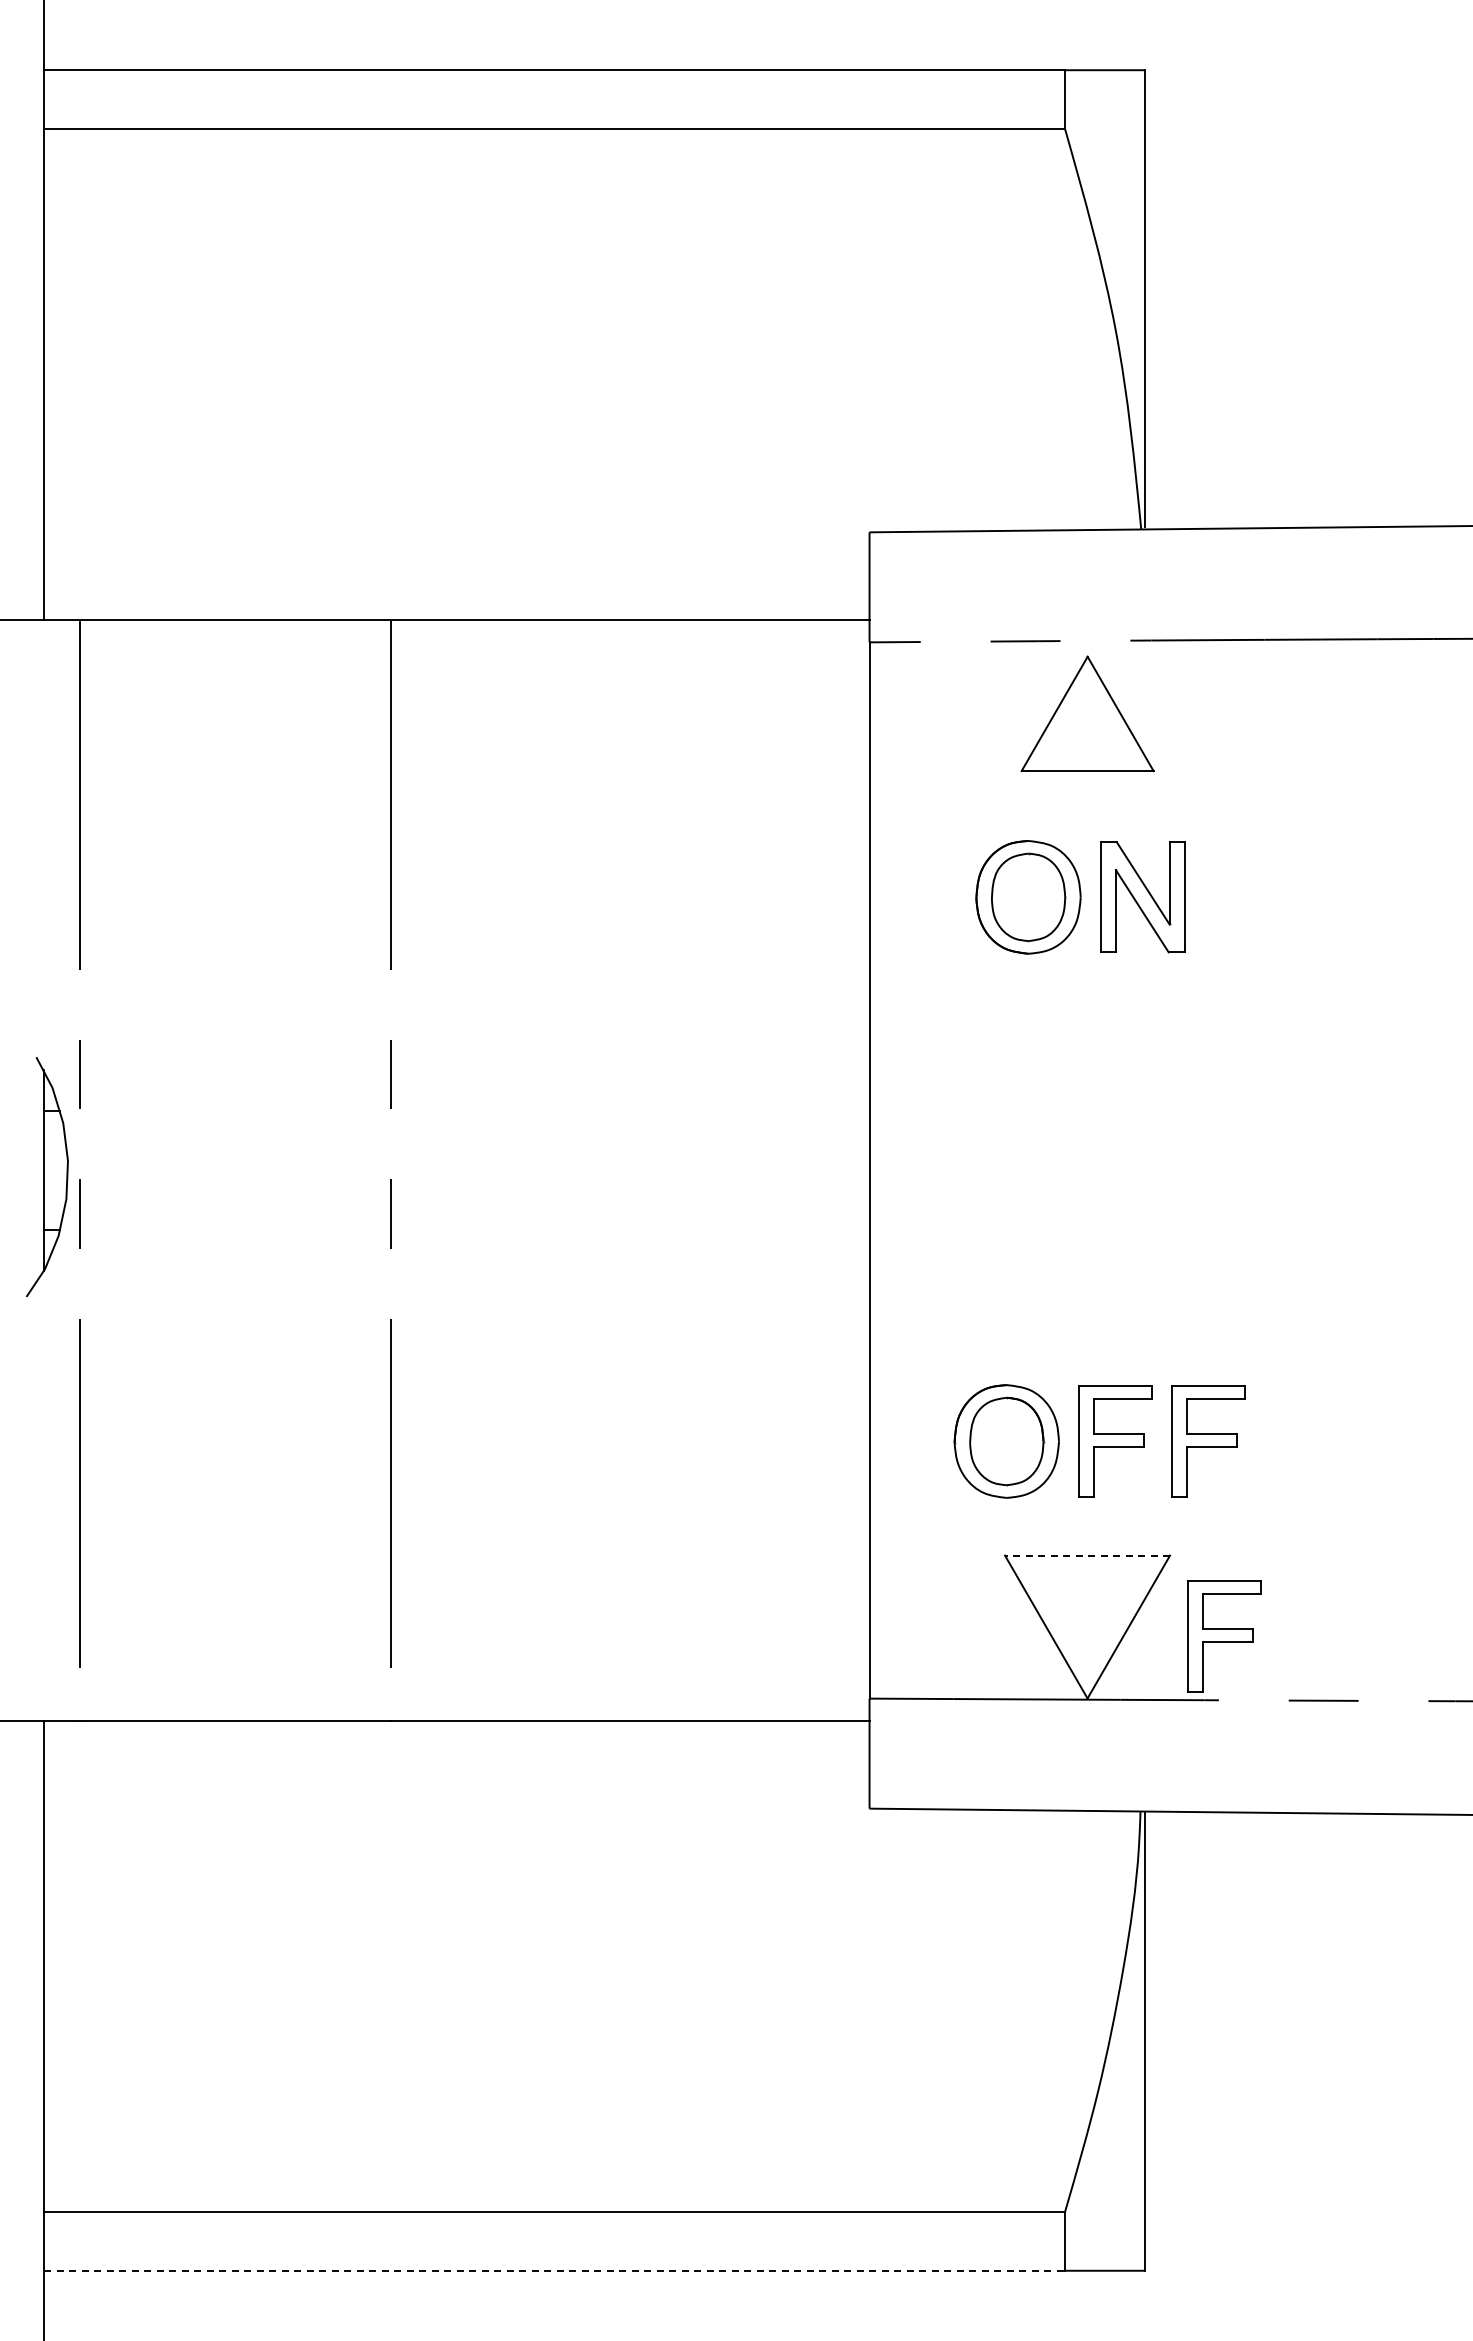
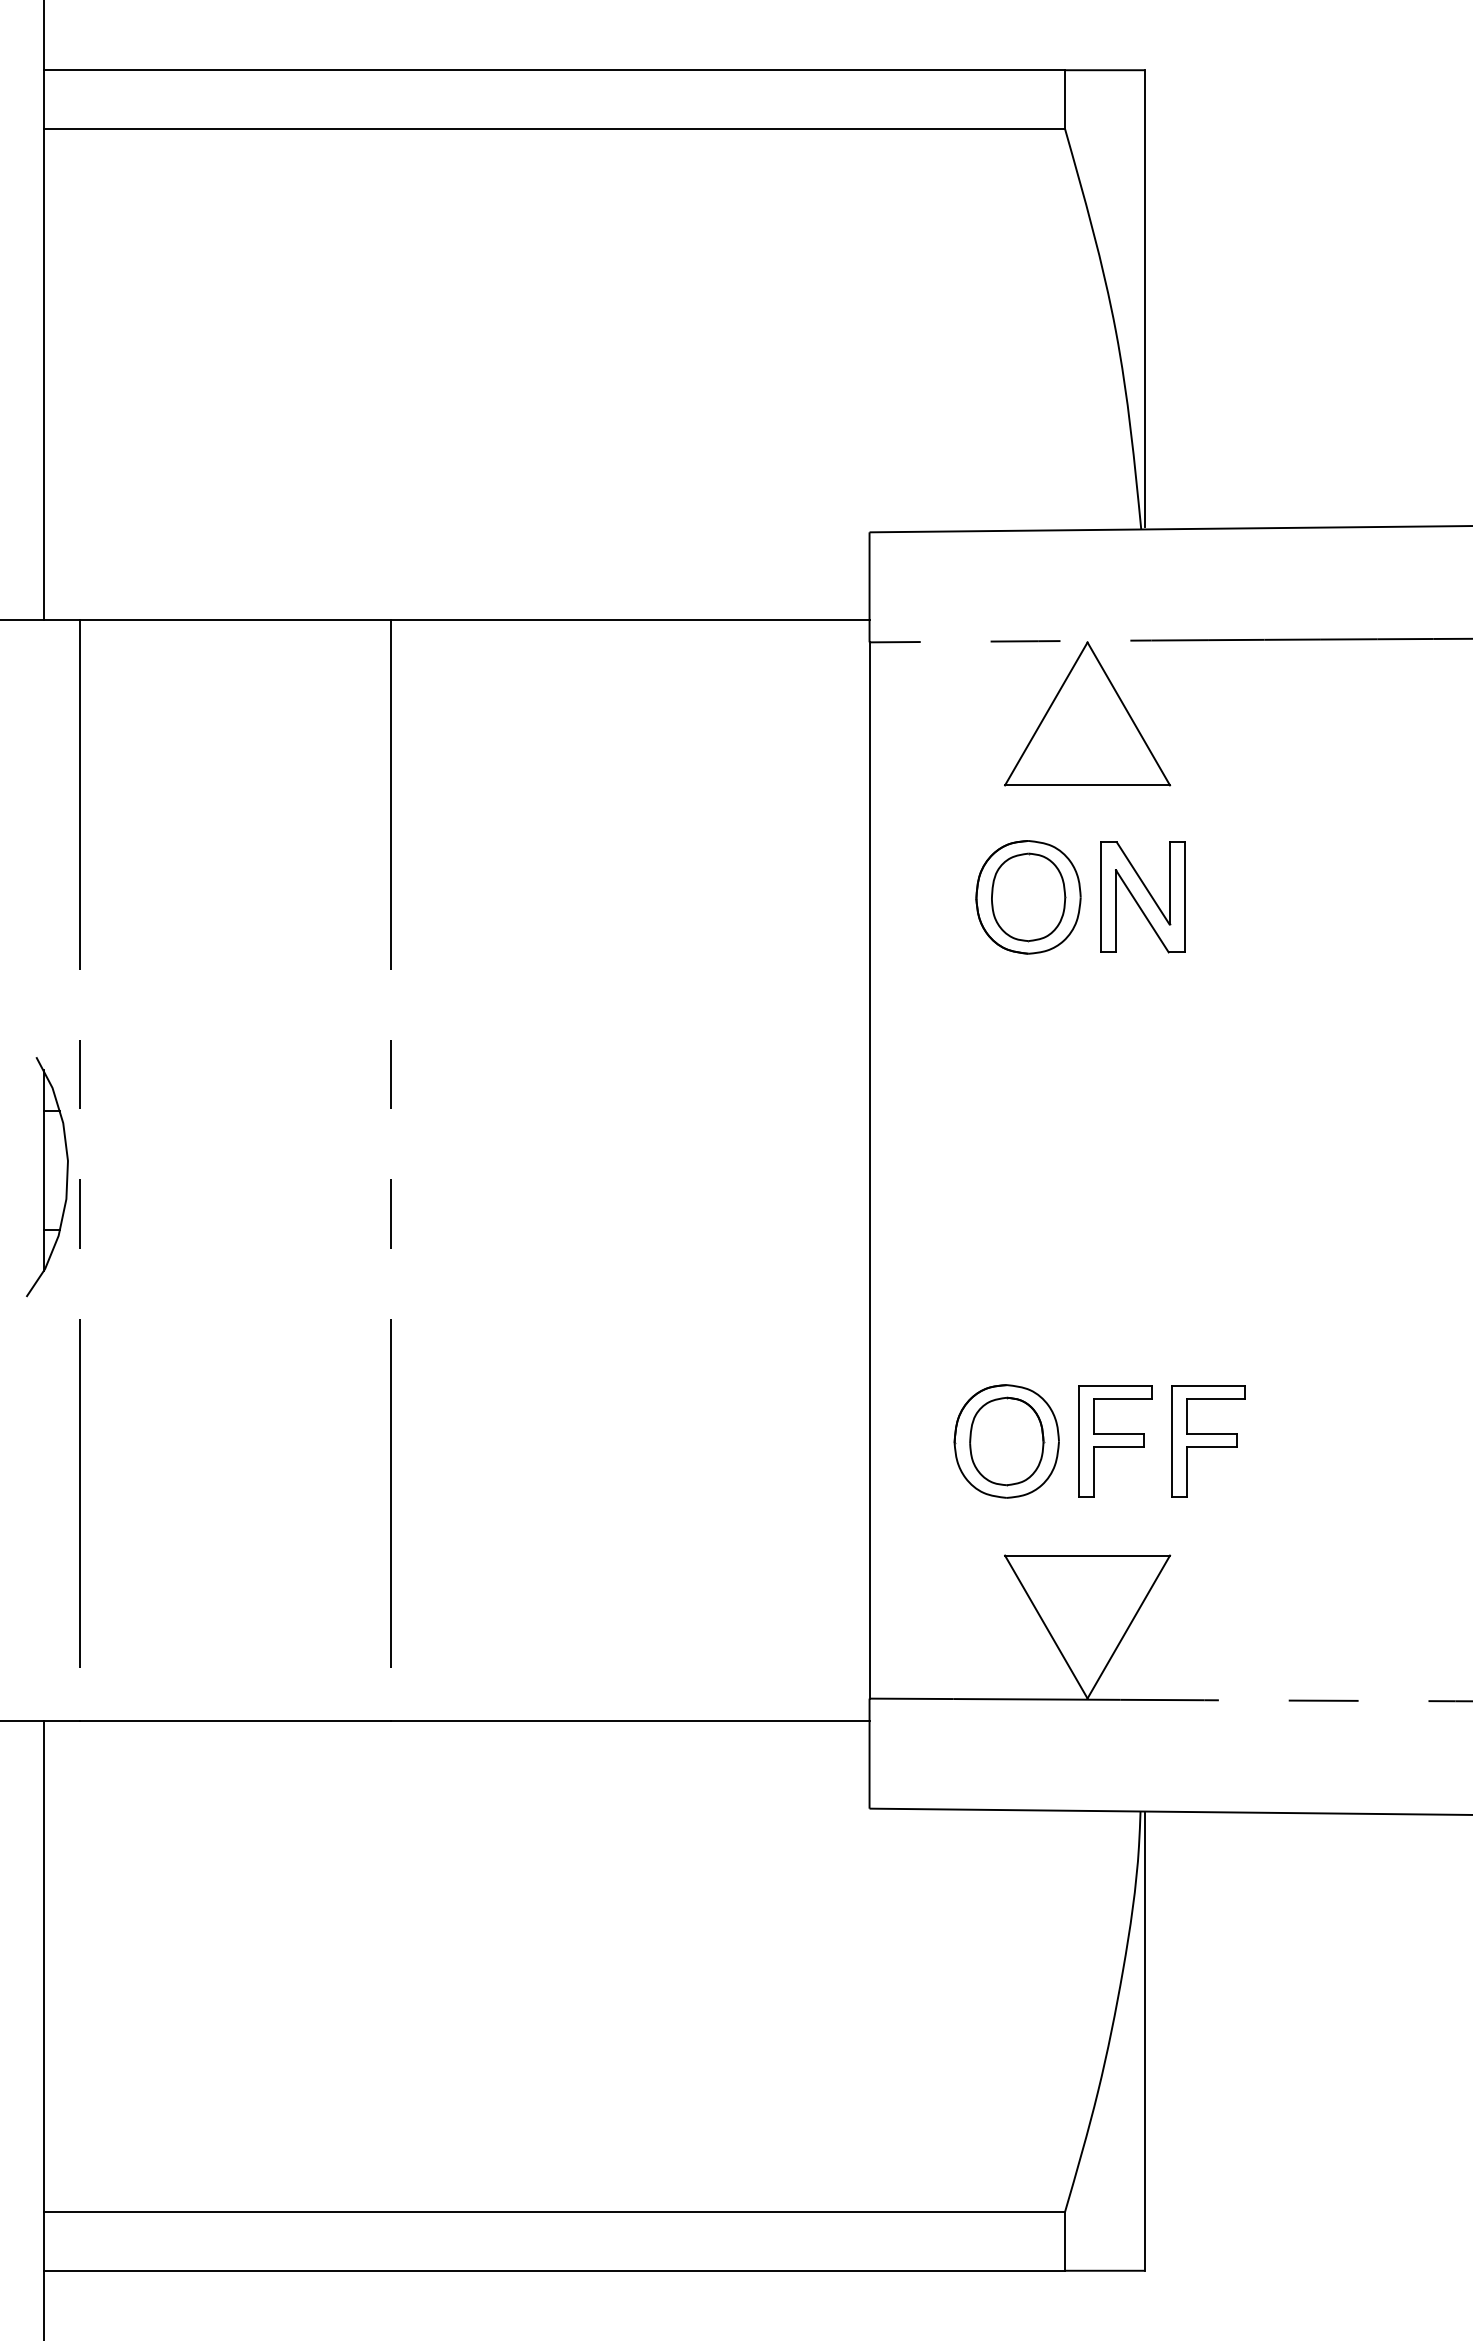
part at (1087, 713) size: 135x118 px -> 168x146 px
line at (1087, 1555): dashed -> solid
part at (1224, 1636): present -> none
line at (555, 2270): dashed -> solid
